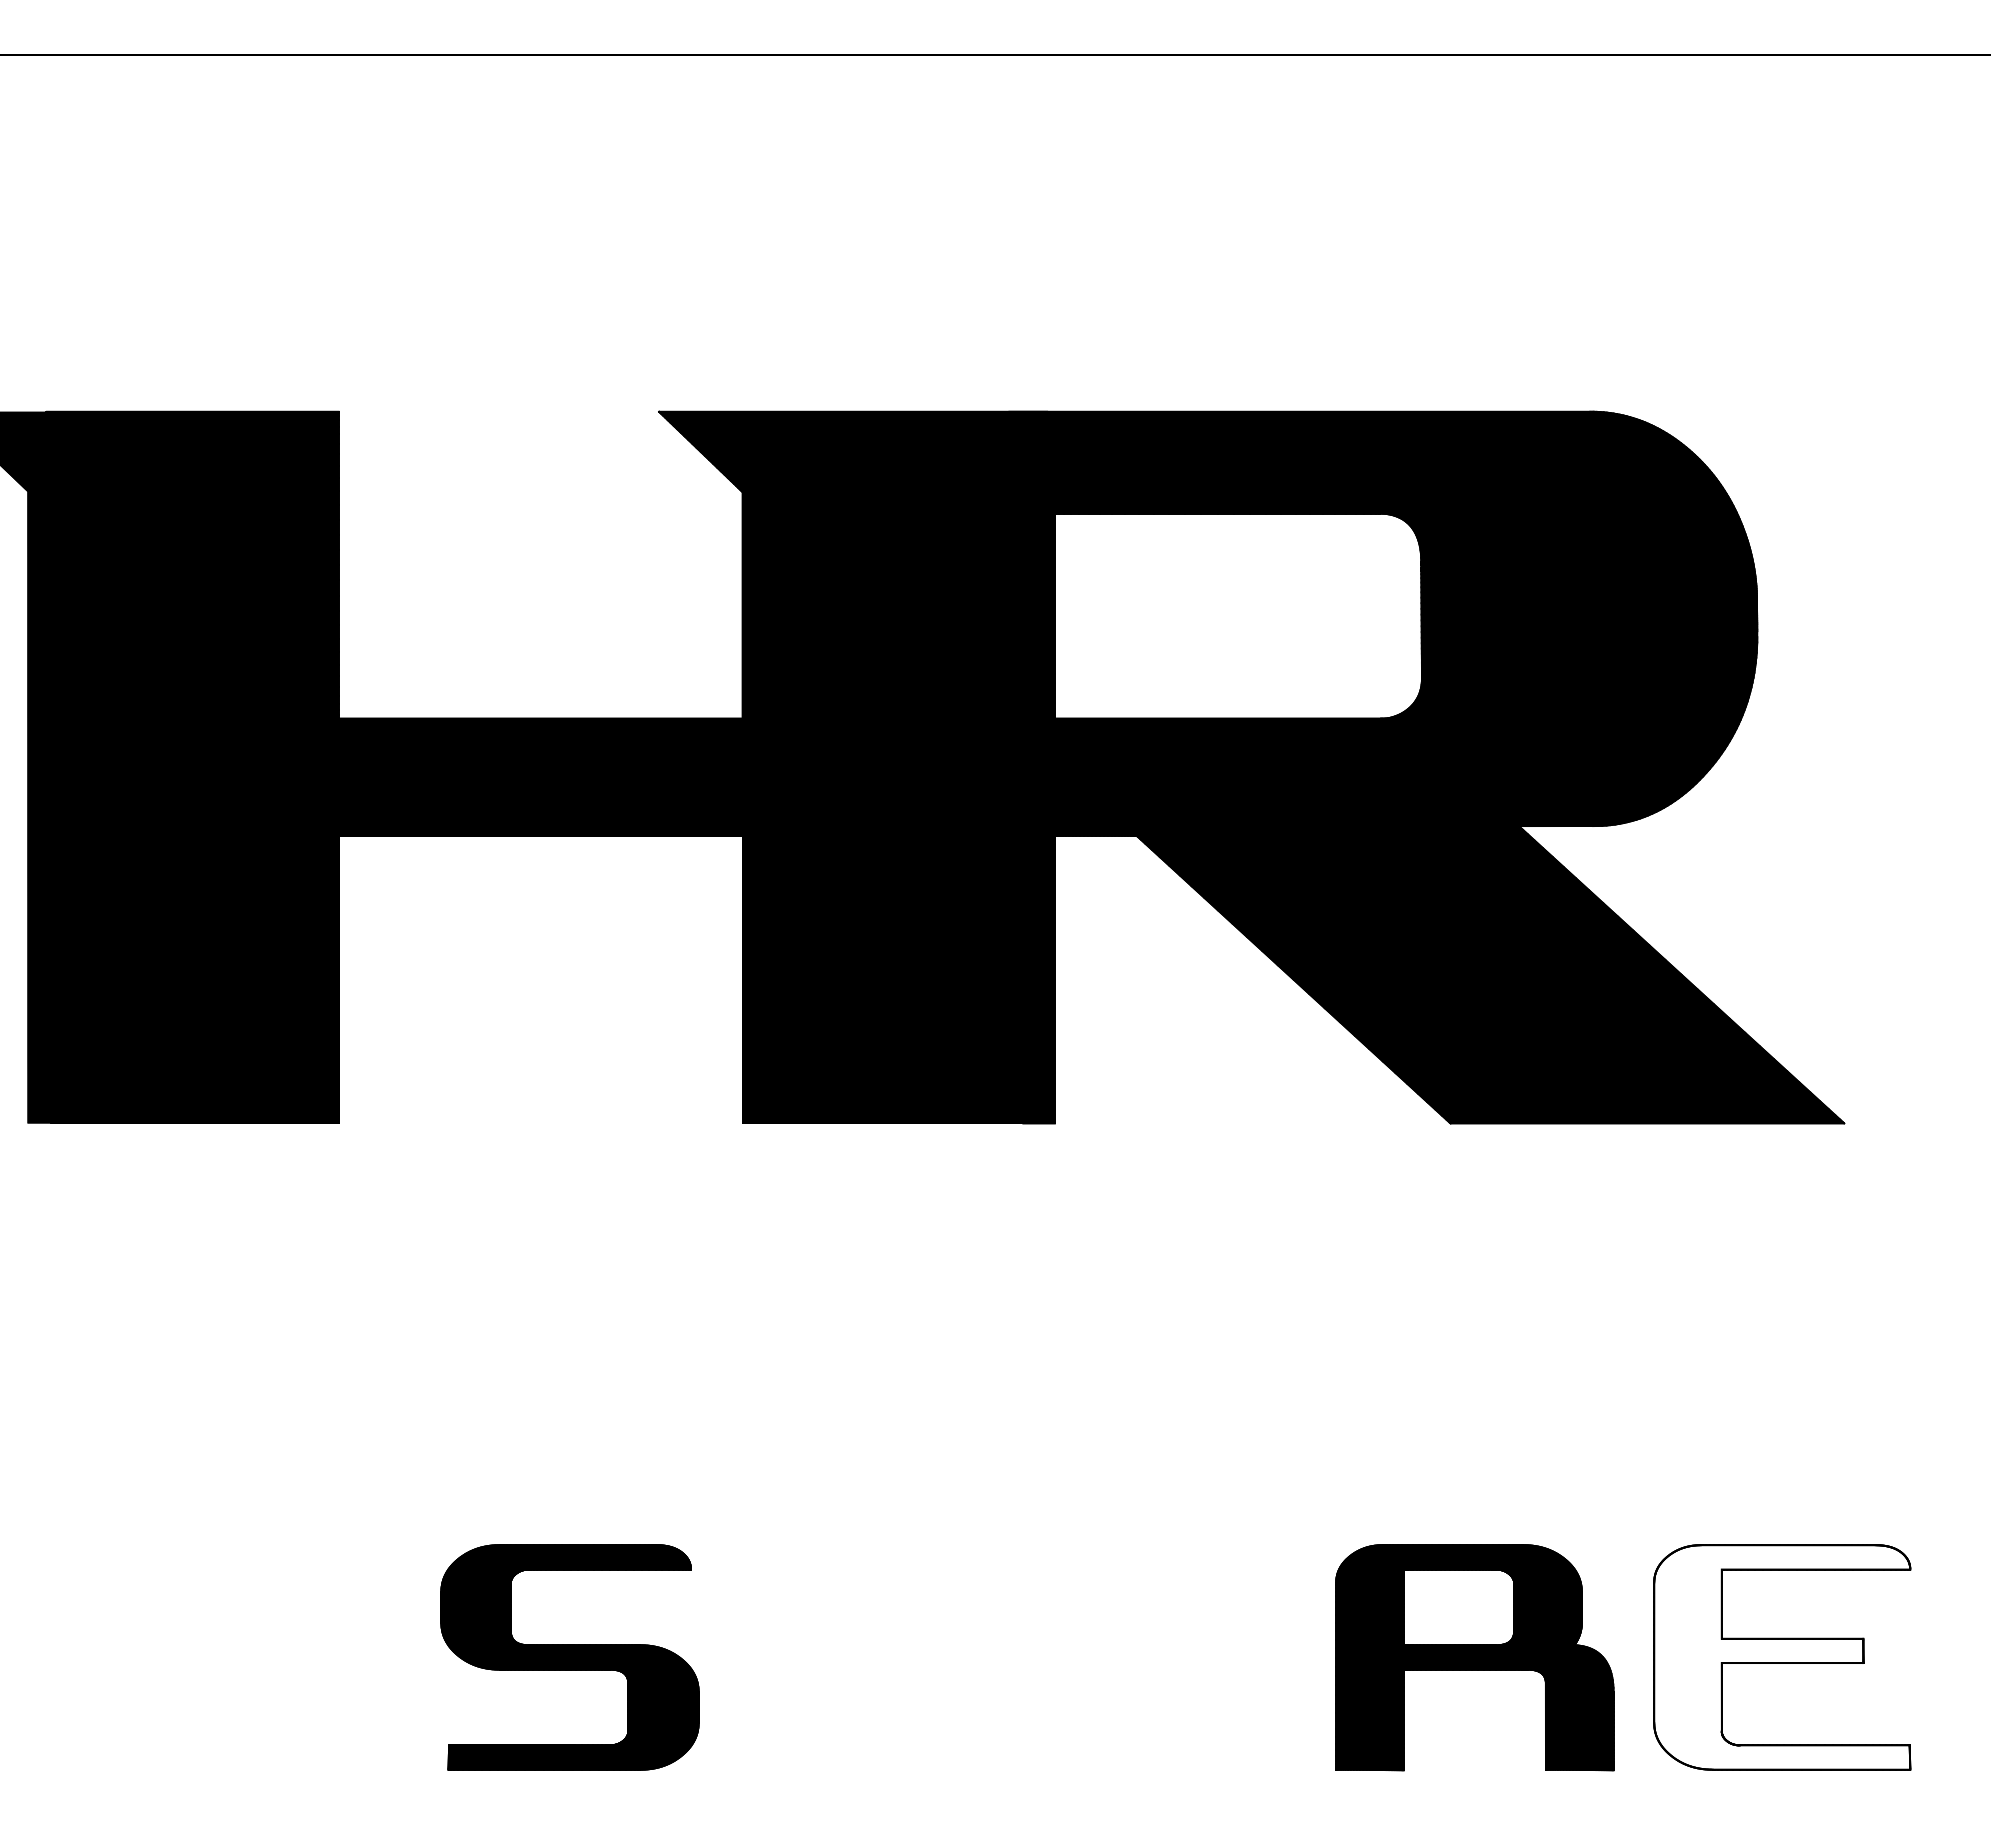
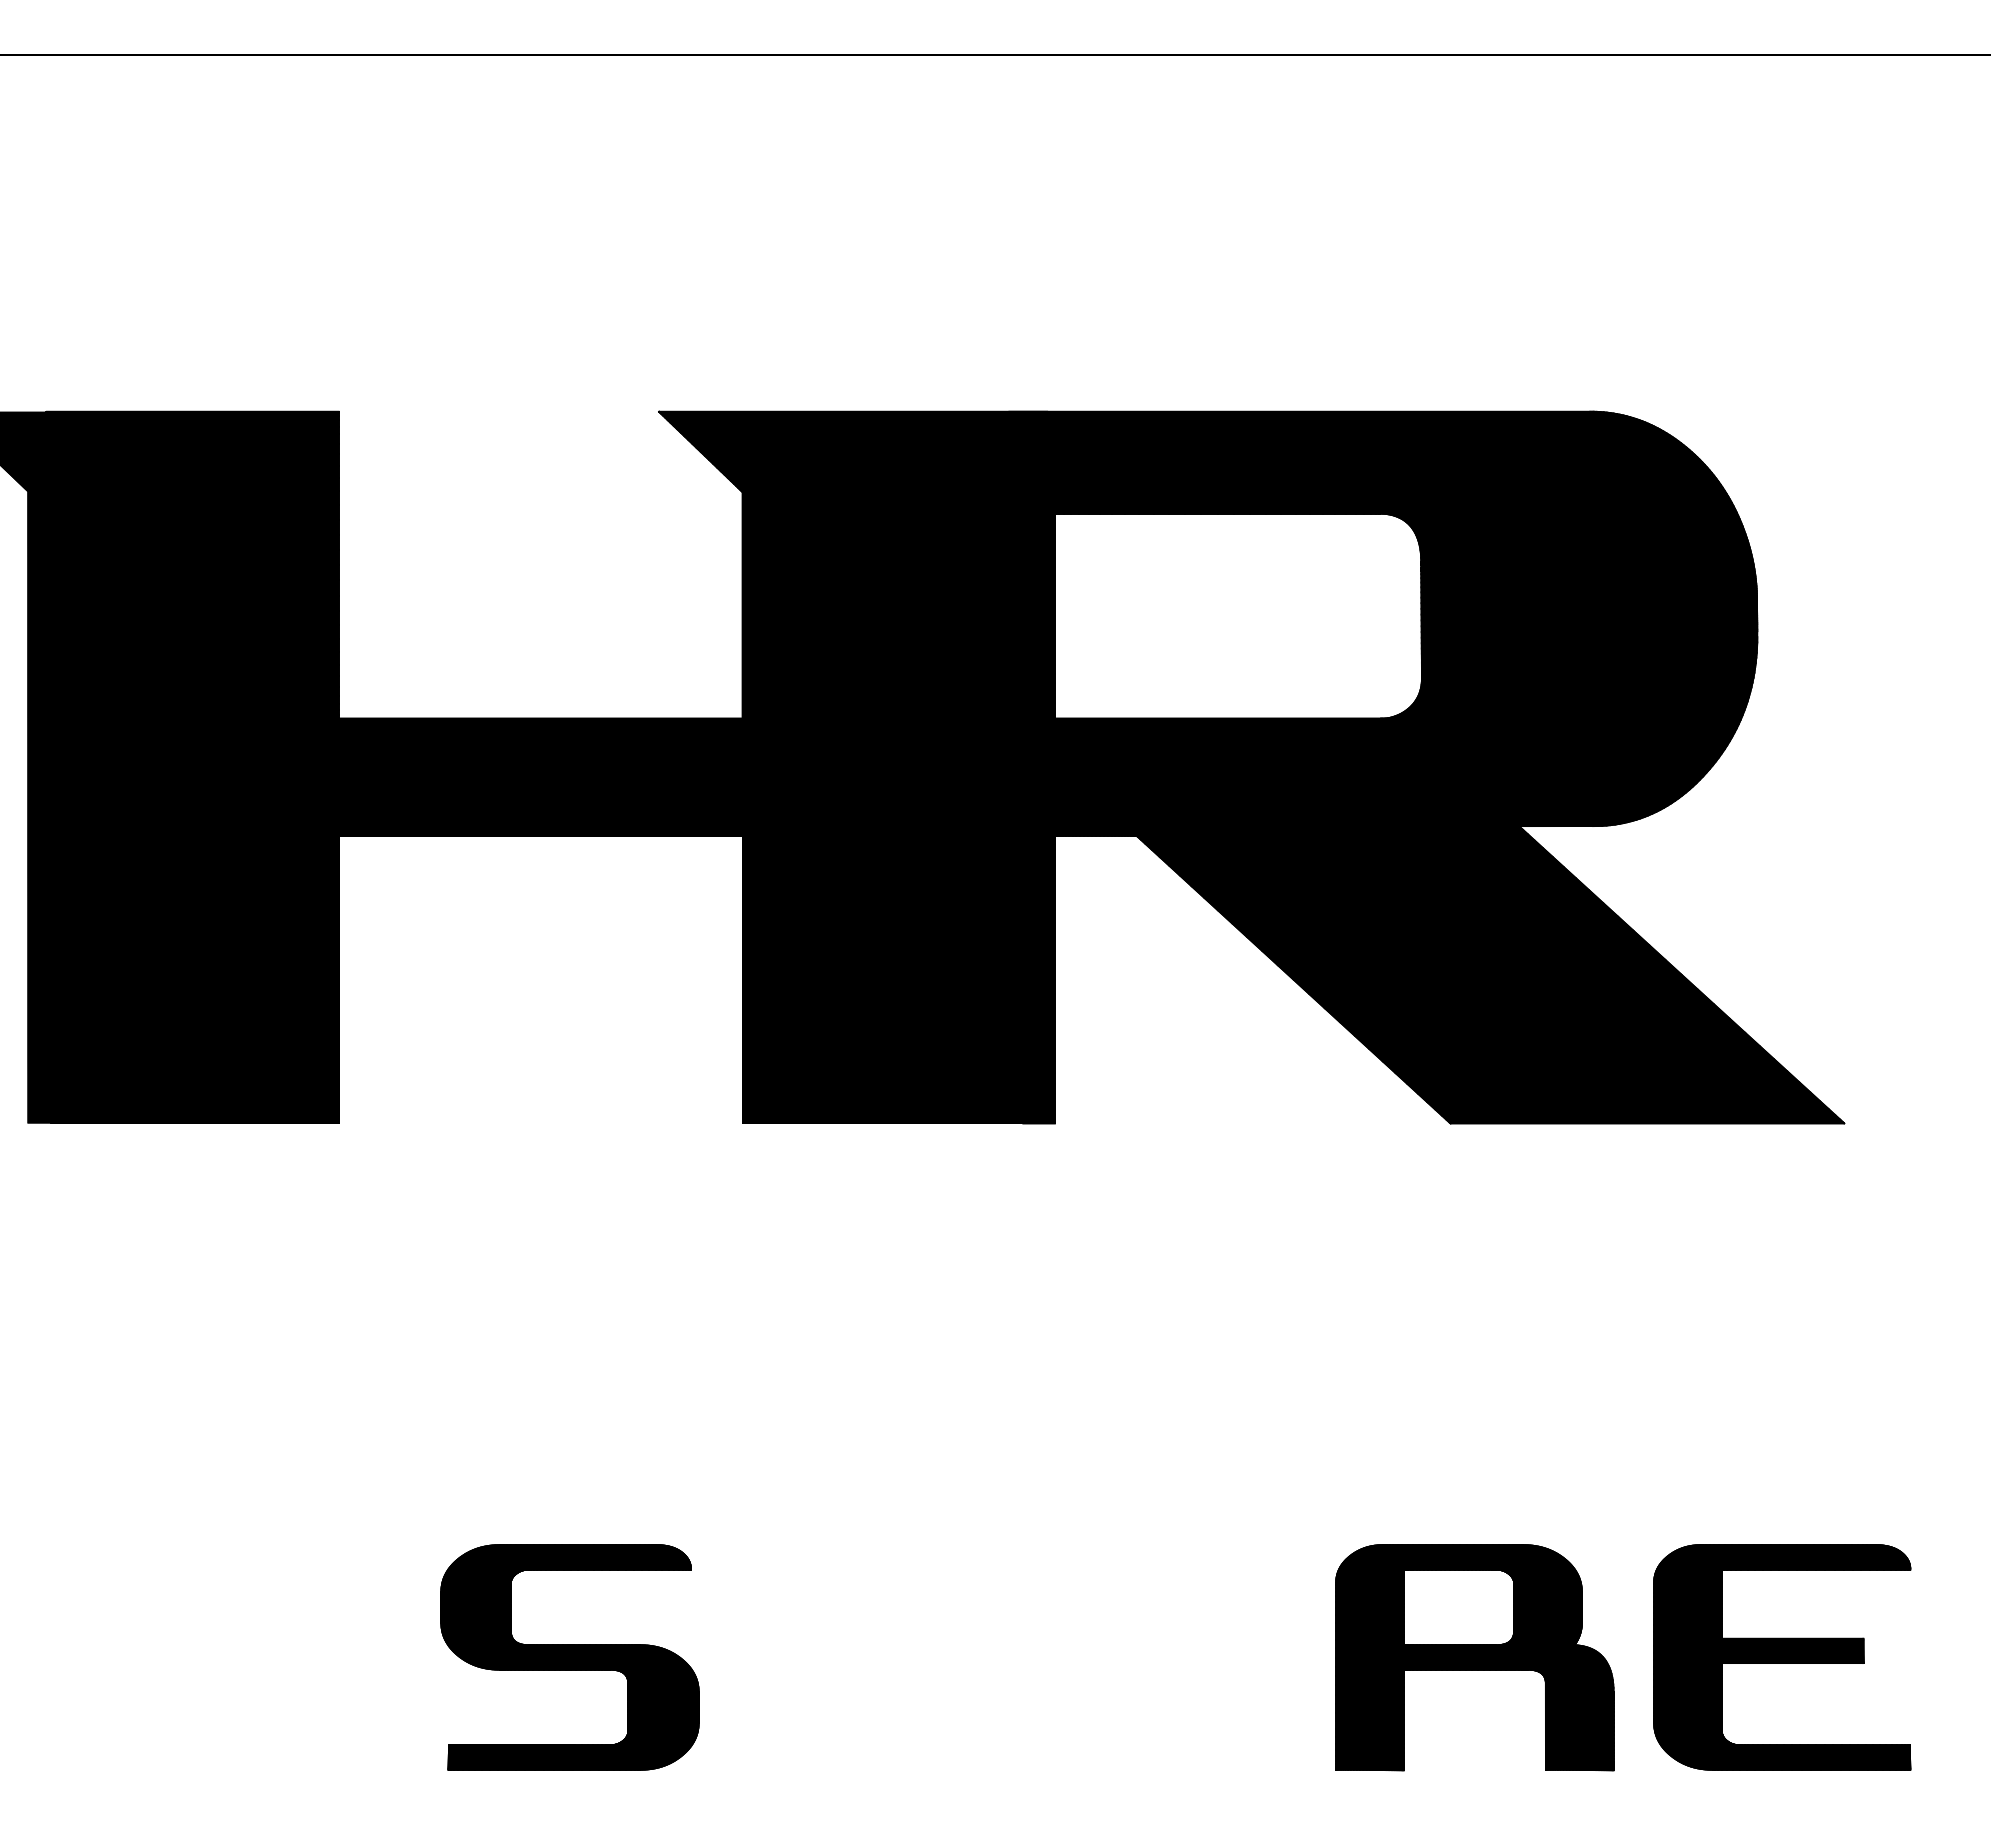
fill at (1782, 1657): none -> present
